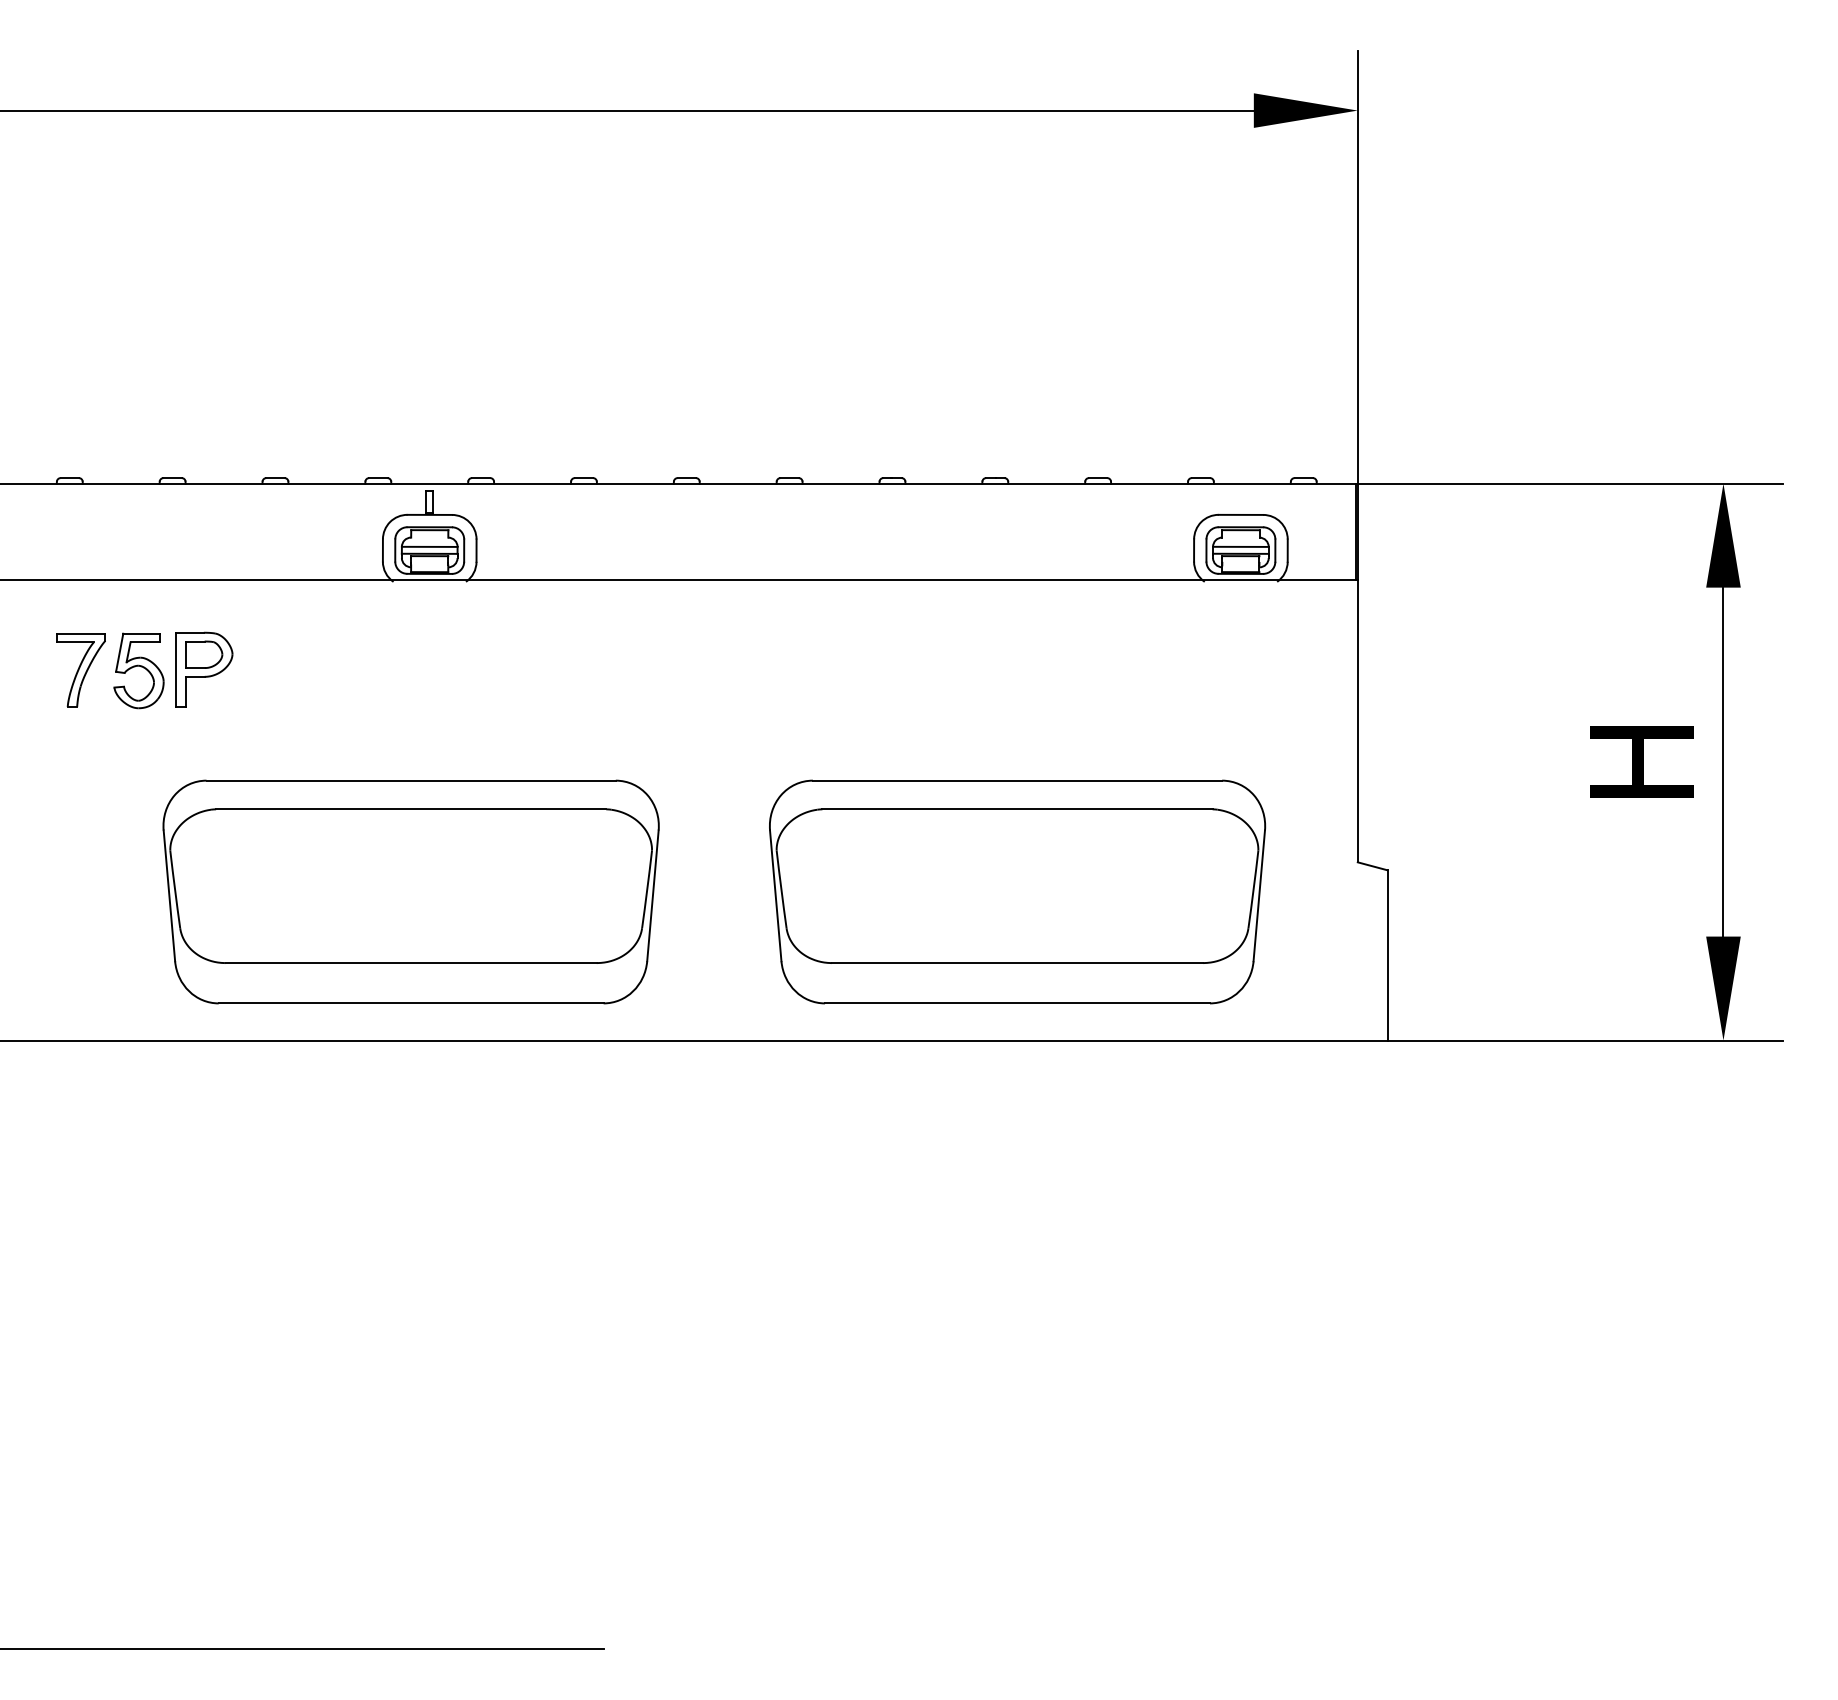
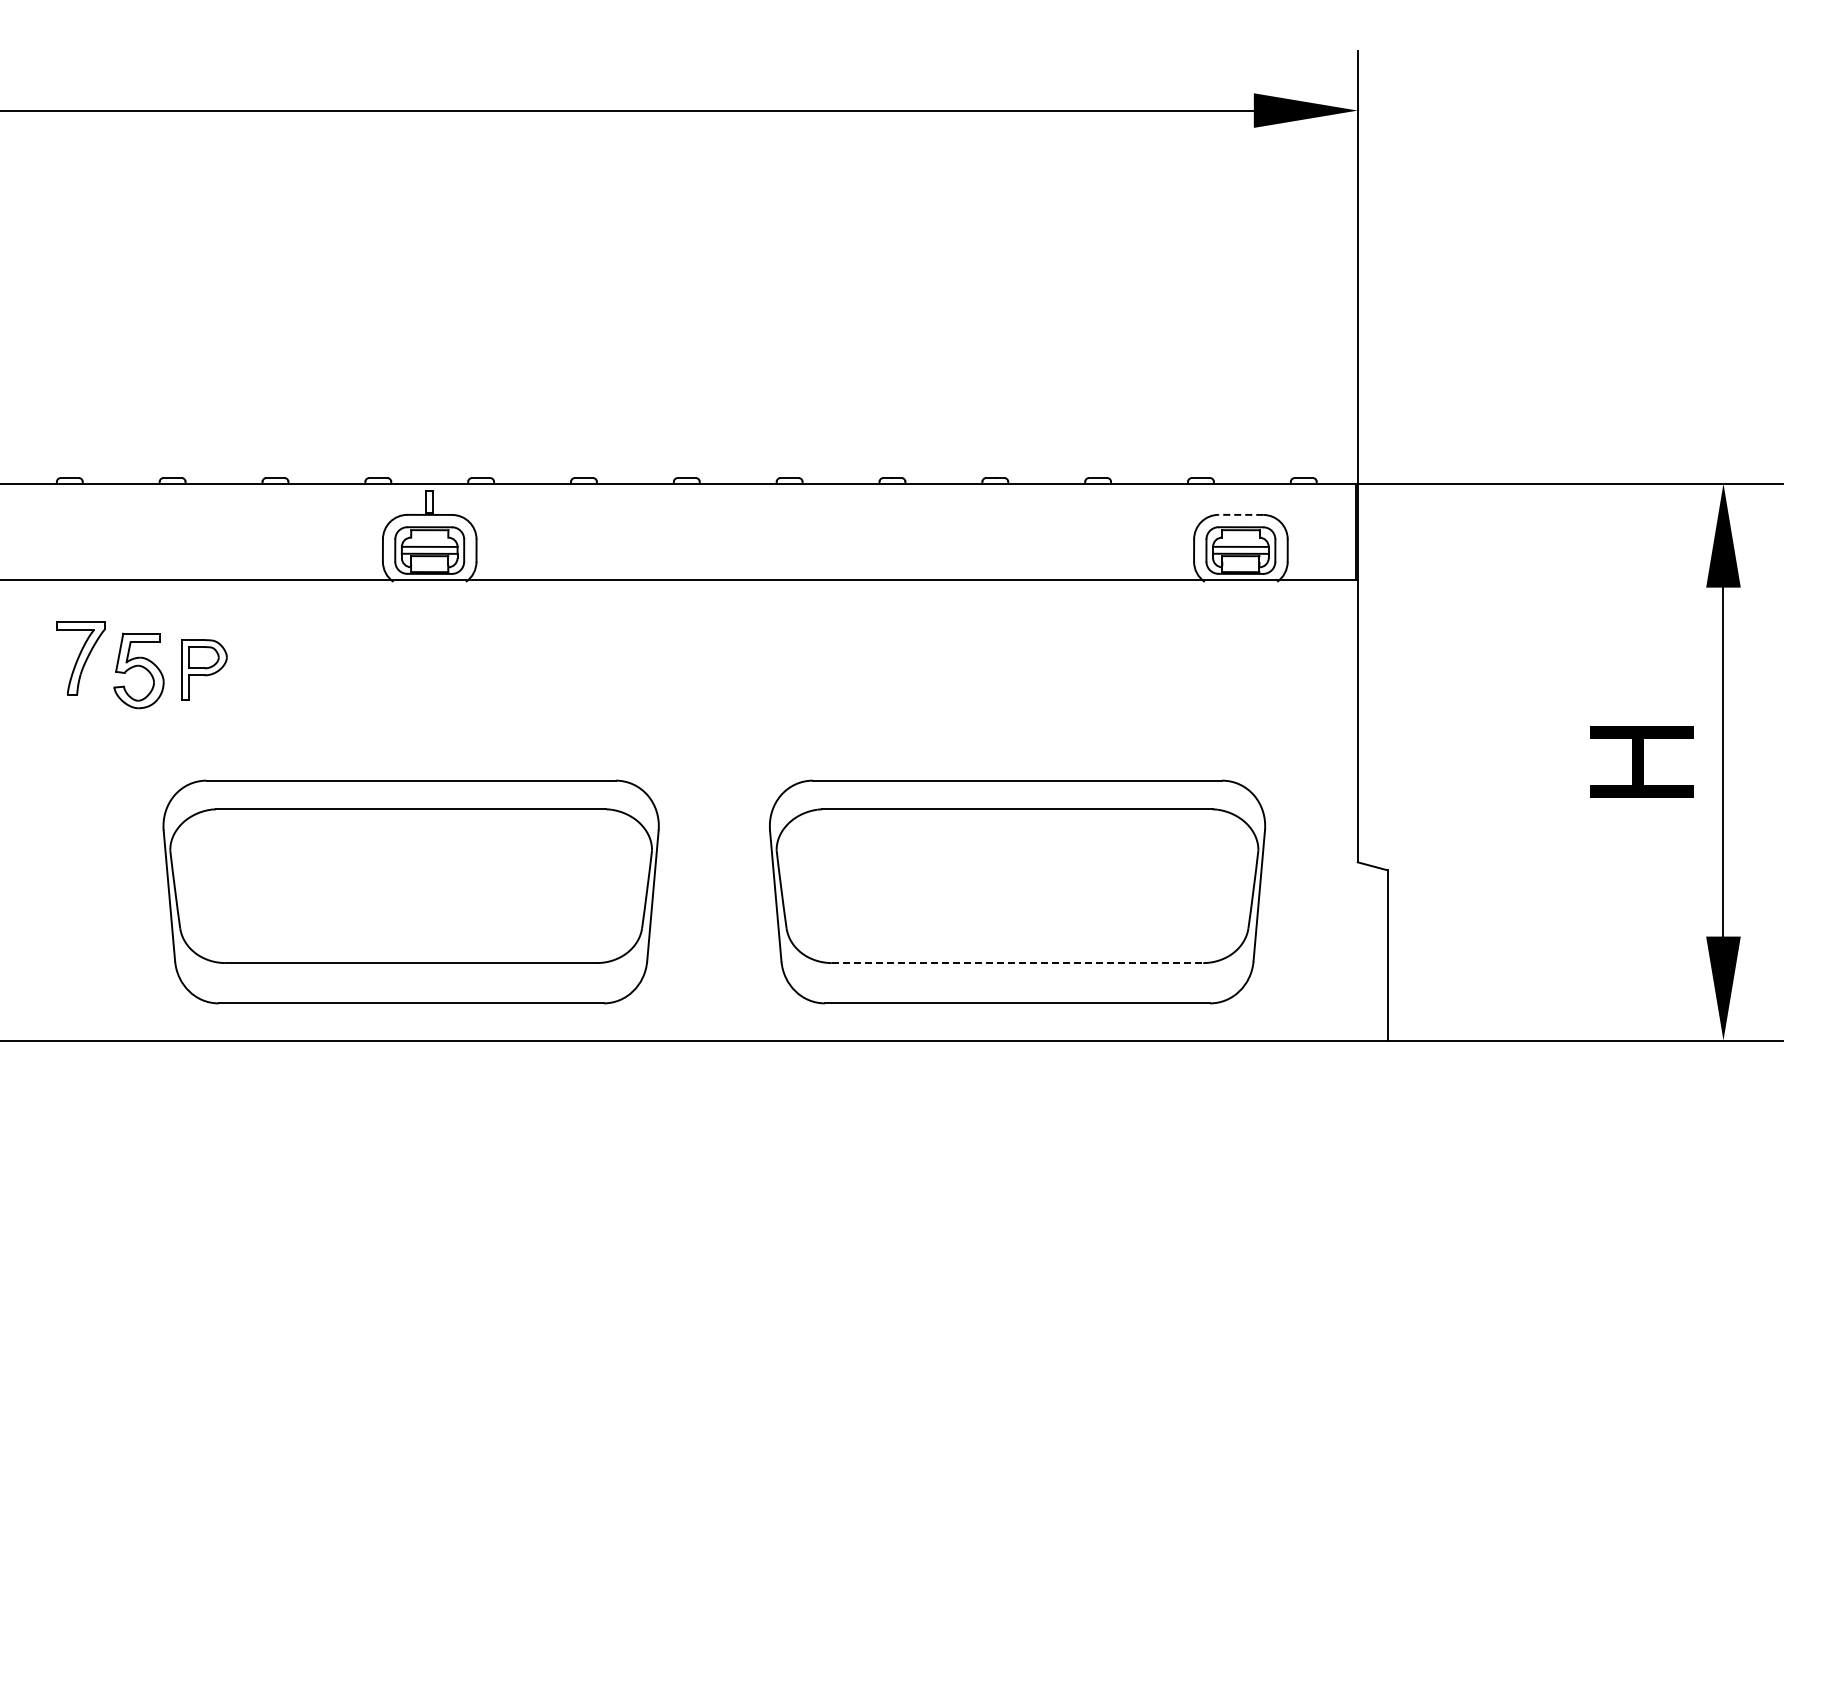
line at (1240, 514): solid -> dashed
part at (204, 669) size: 59x77 px -> 47x62 px
part at (80, 670) position: (80, 670) -> (80, 658)
line at (1017, 963): solid -> dashed
line at (302, 1648): present -> none
